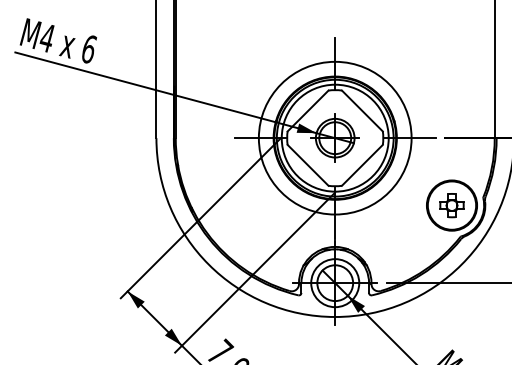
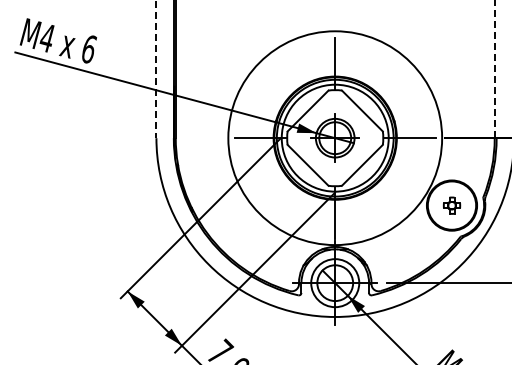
line at (156, 69): solid -> dashed
line at (494, 69): solid -> dashed
circle at (334, 137) diameter: 153 px -> 214 px
part at (451, 205) size: 26x26 px -> 20x19 px
